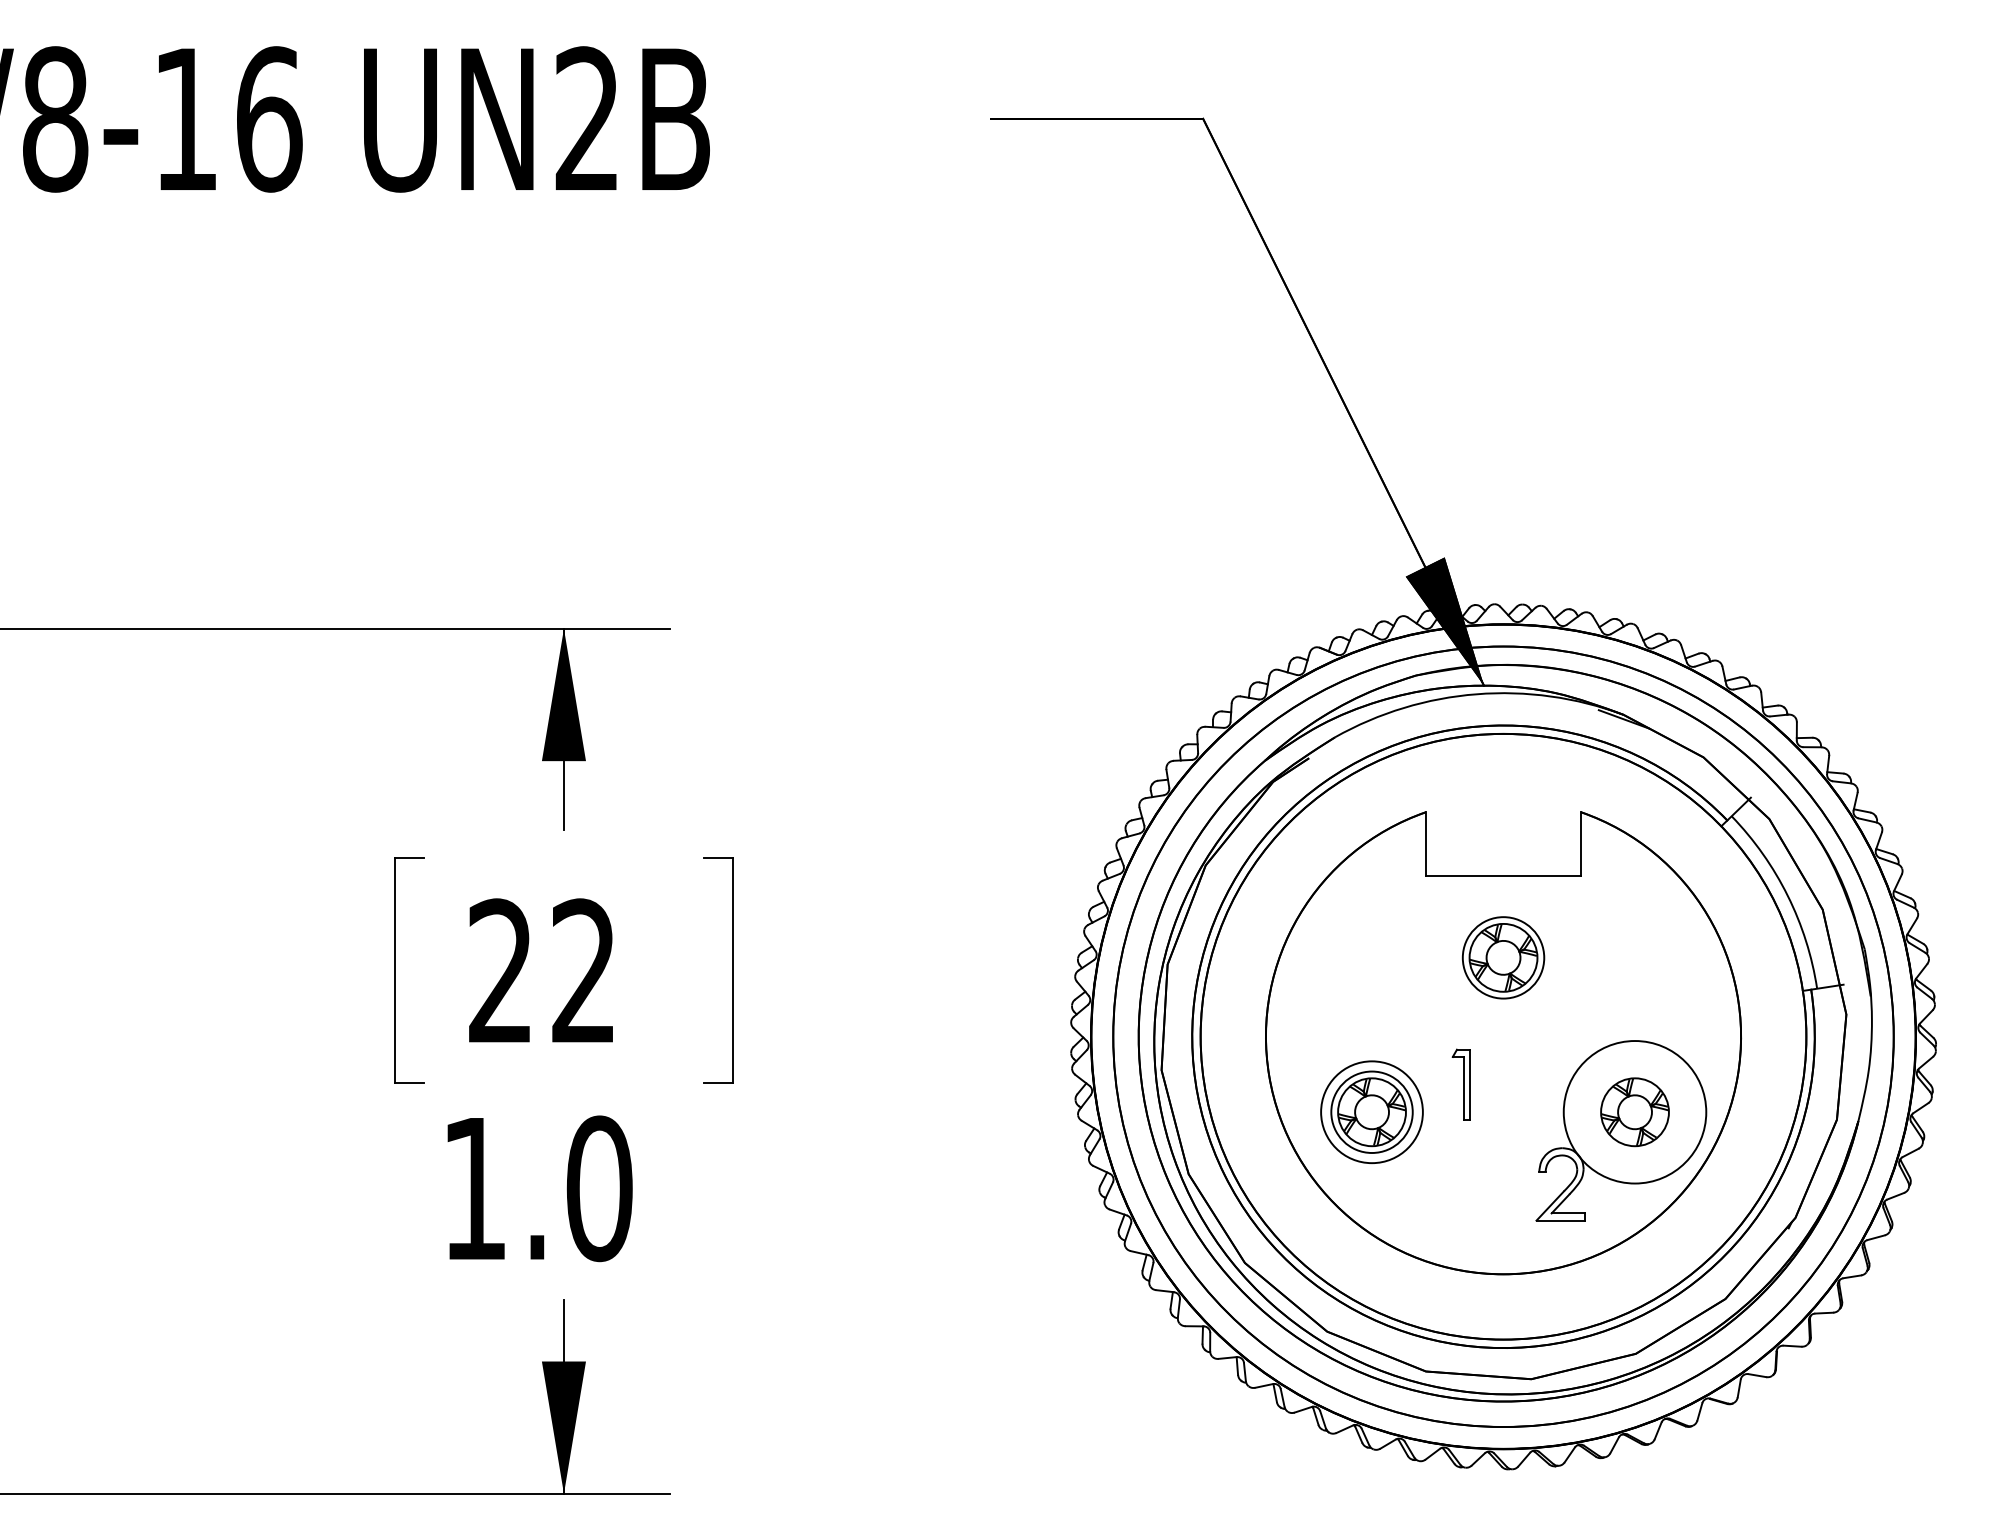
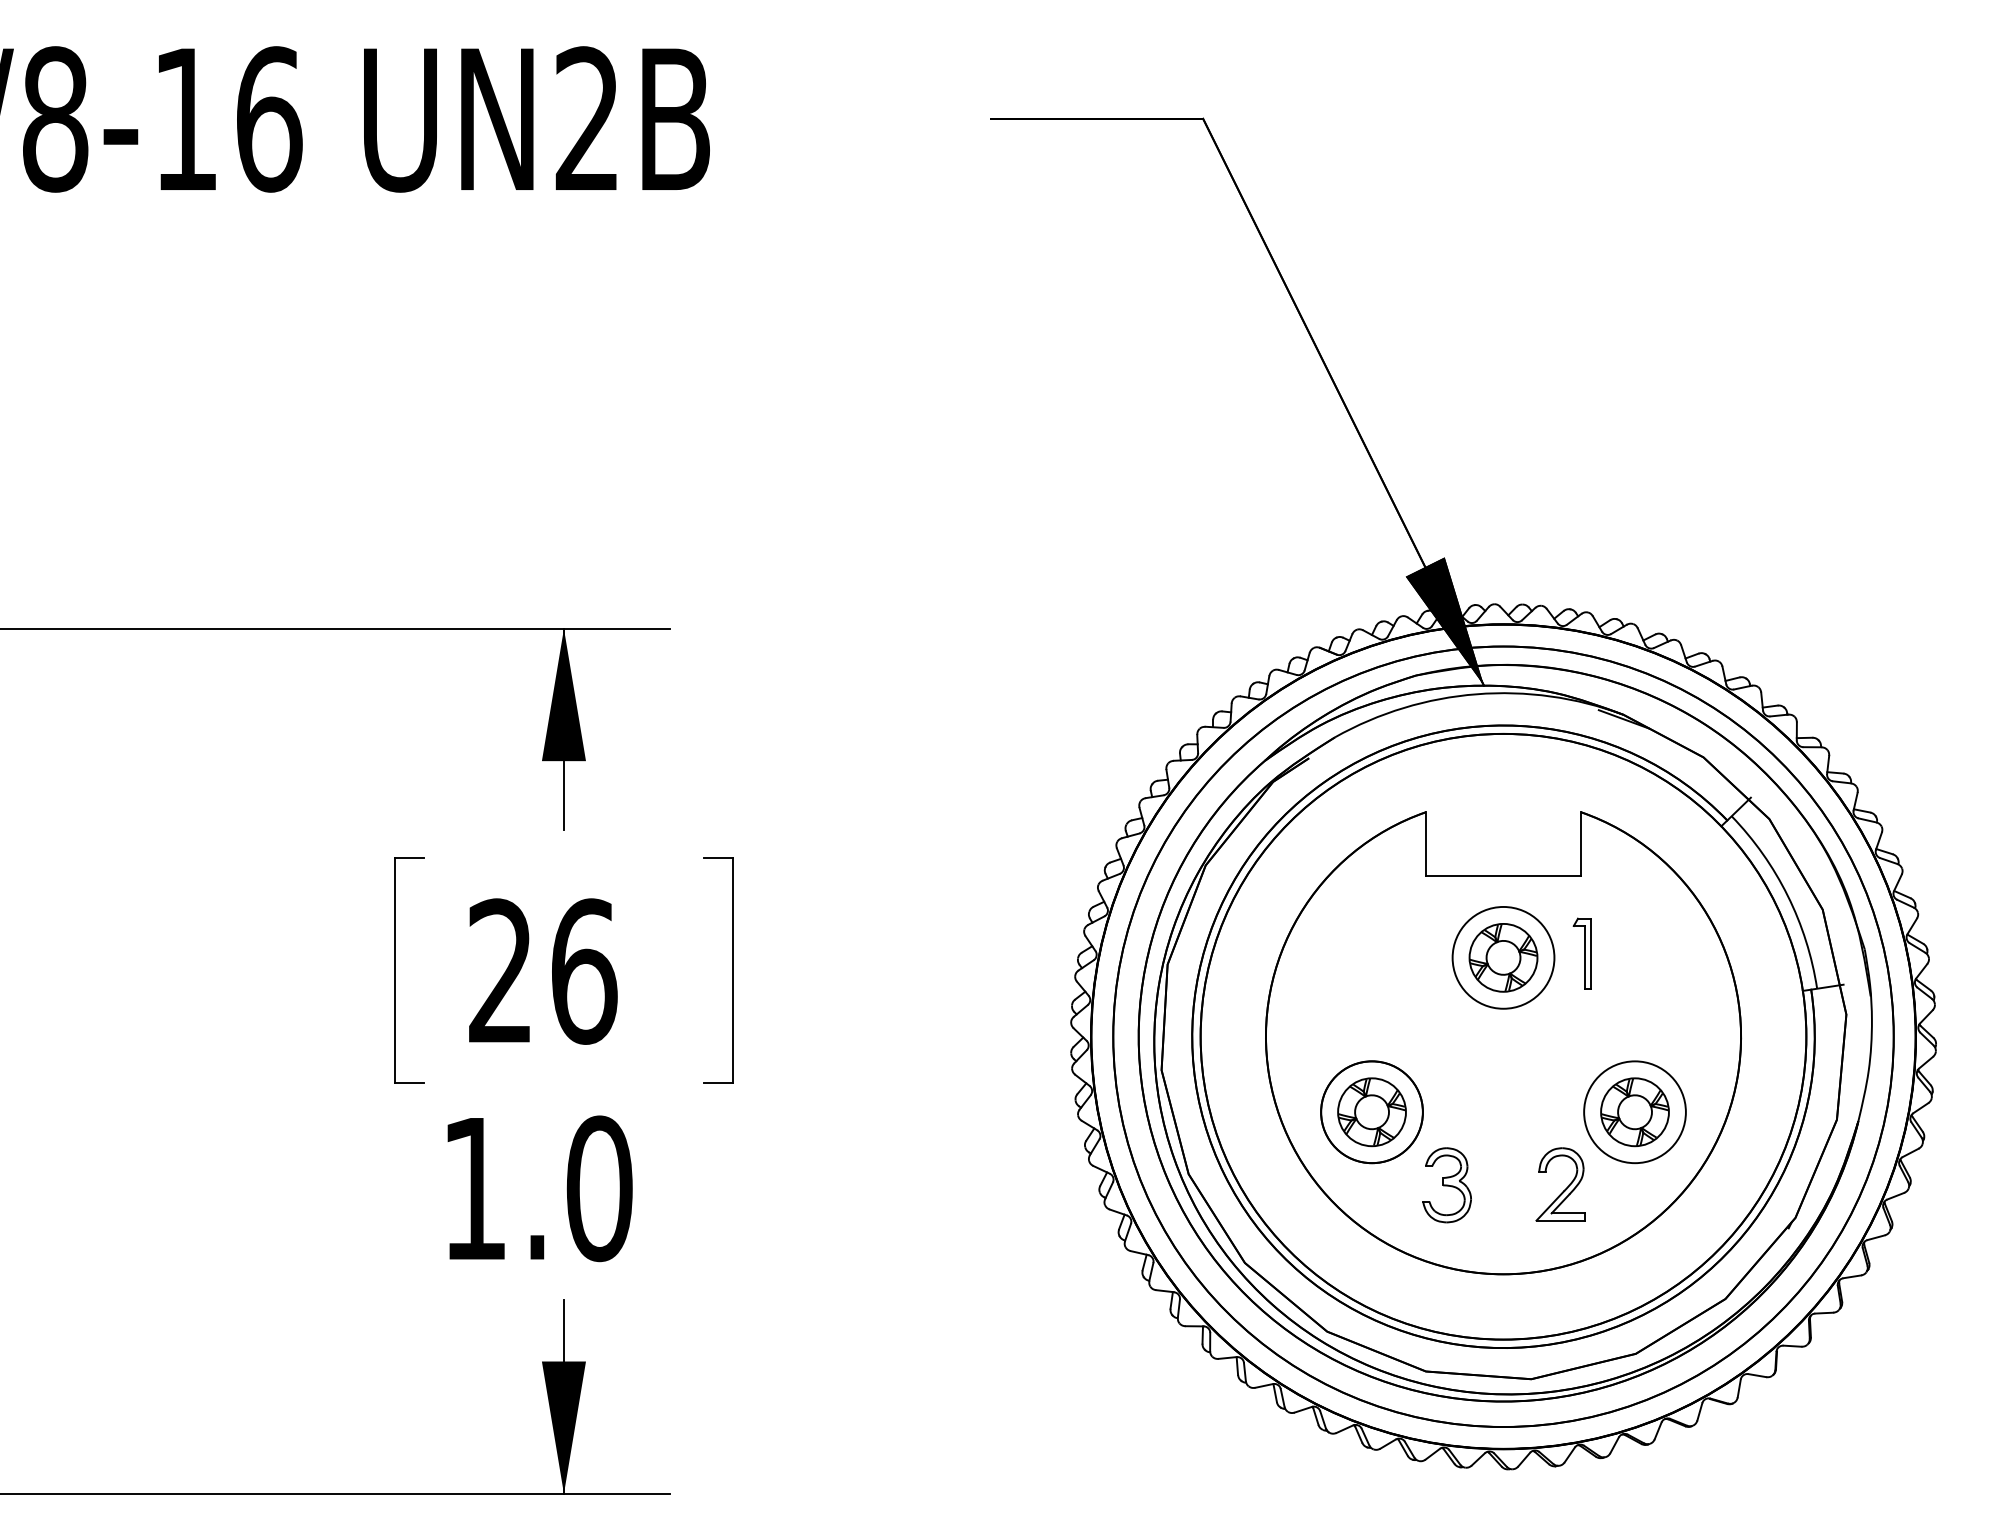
circle at (1503, 957) diameter: 81 px -> 102 px
text at (584, 971): 22 -> 26
part at (1460, 1084) position: (1460, 1084) -> (1581, 953)
circle at (1371, 1111) diameter: 81 px -> 102 px
circle at (1634, 1112) diameter: 143 px -> 102 px
part at (1446, 1185): none -> present
